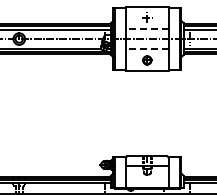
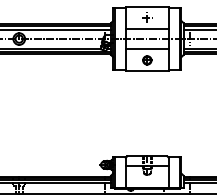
line at (147, 28): dashed -> solid
line at (147, 49): dashed -> solid
